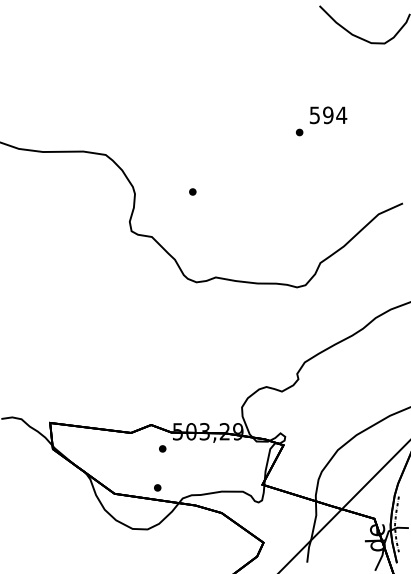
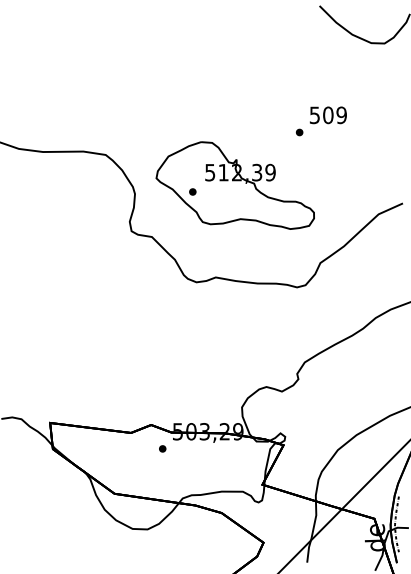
text at (335, 115): 594 -> 509
part at (234, 185): none -> present
part at (157, 487): present -> none
